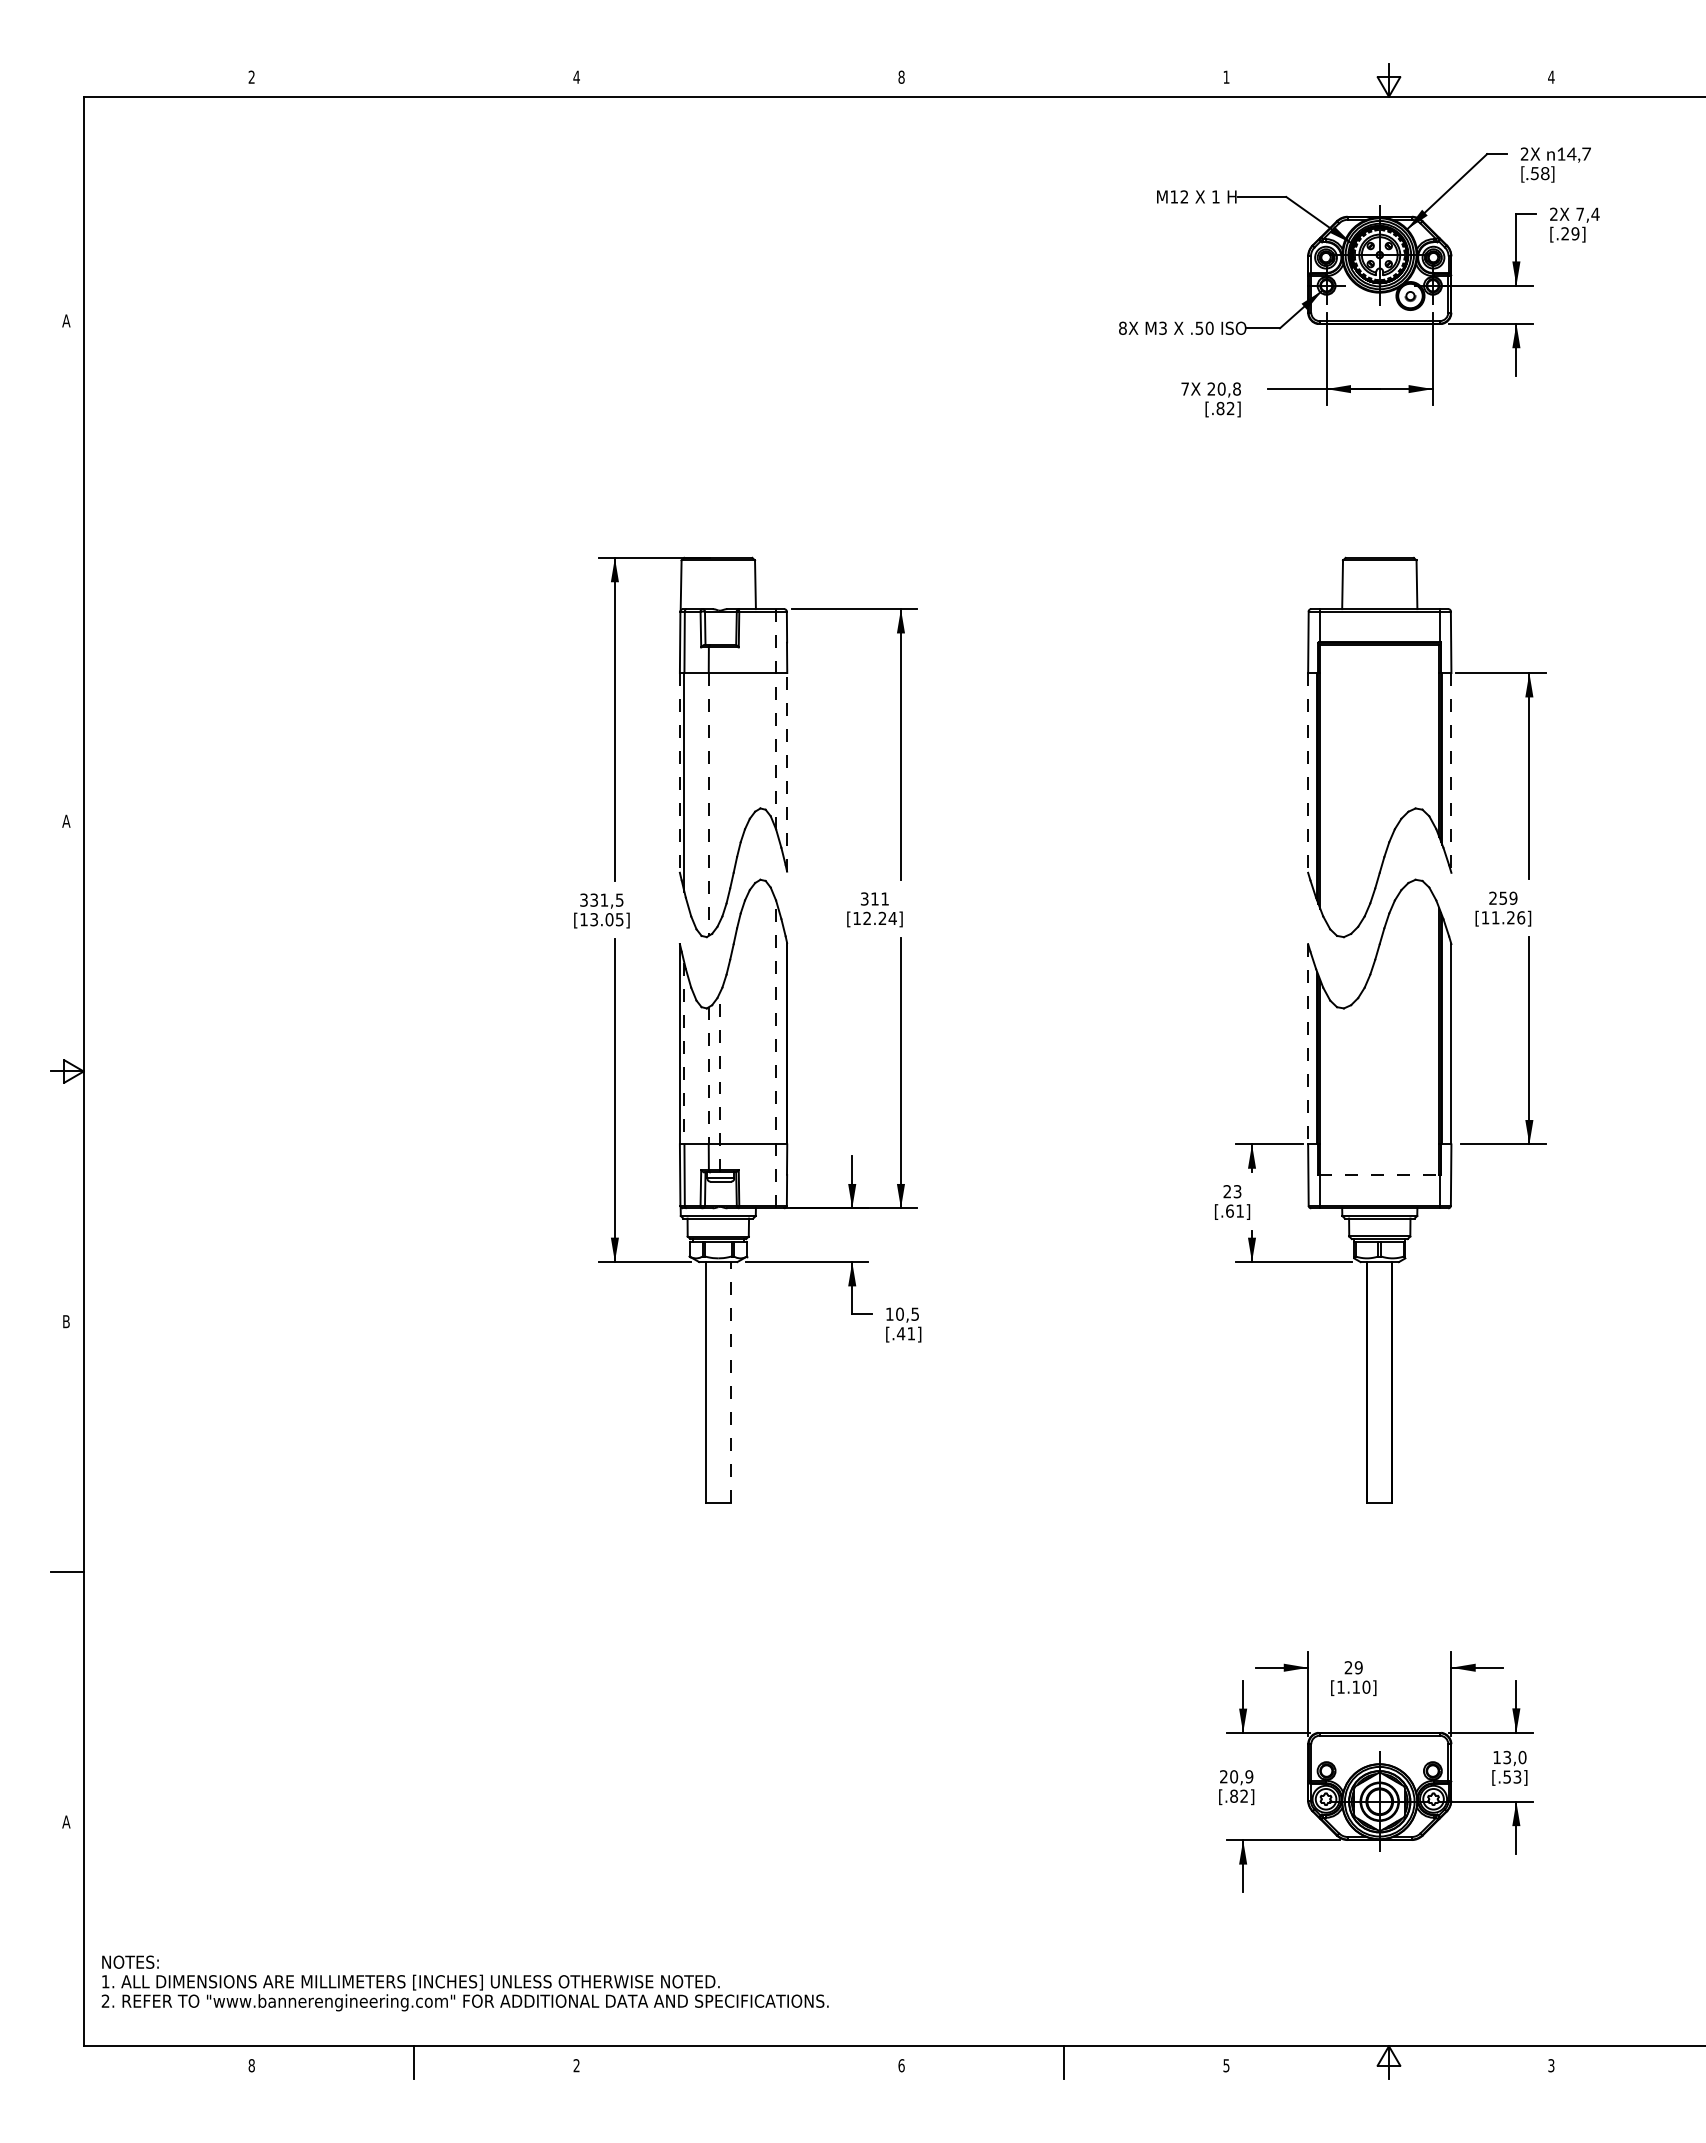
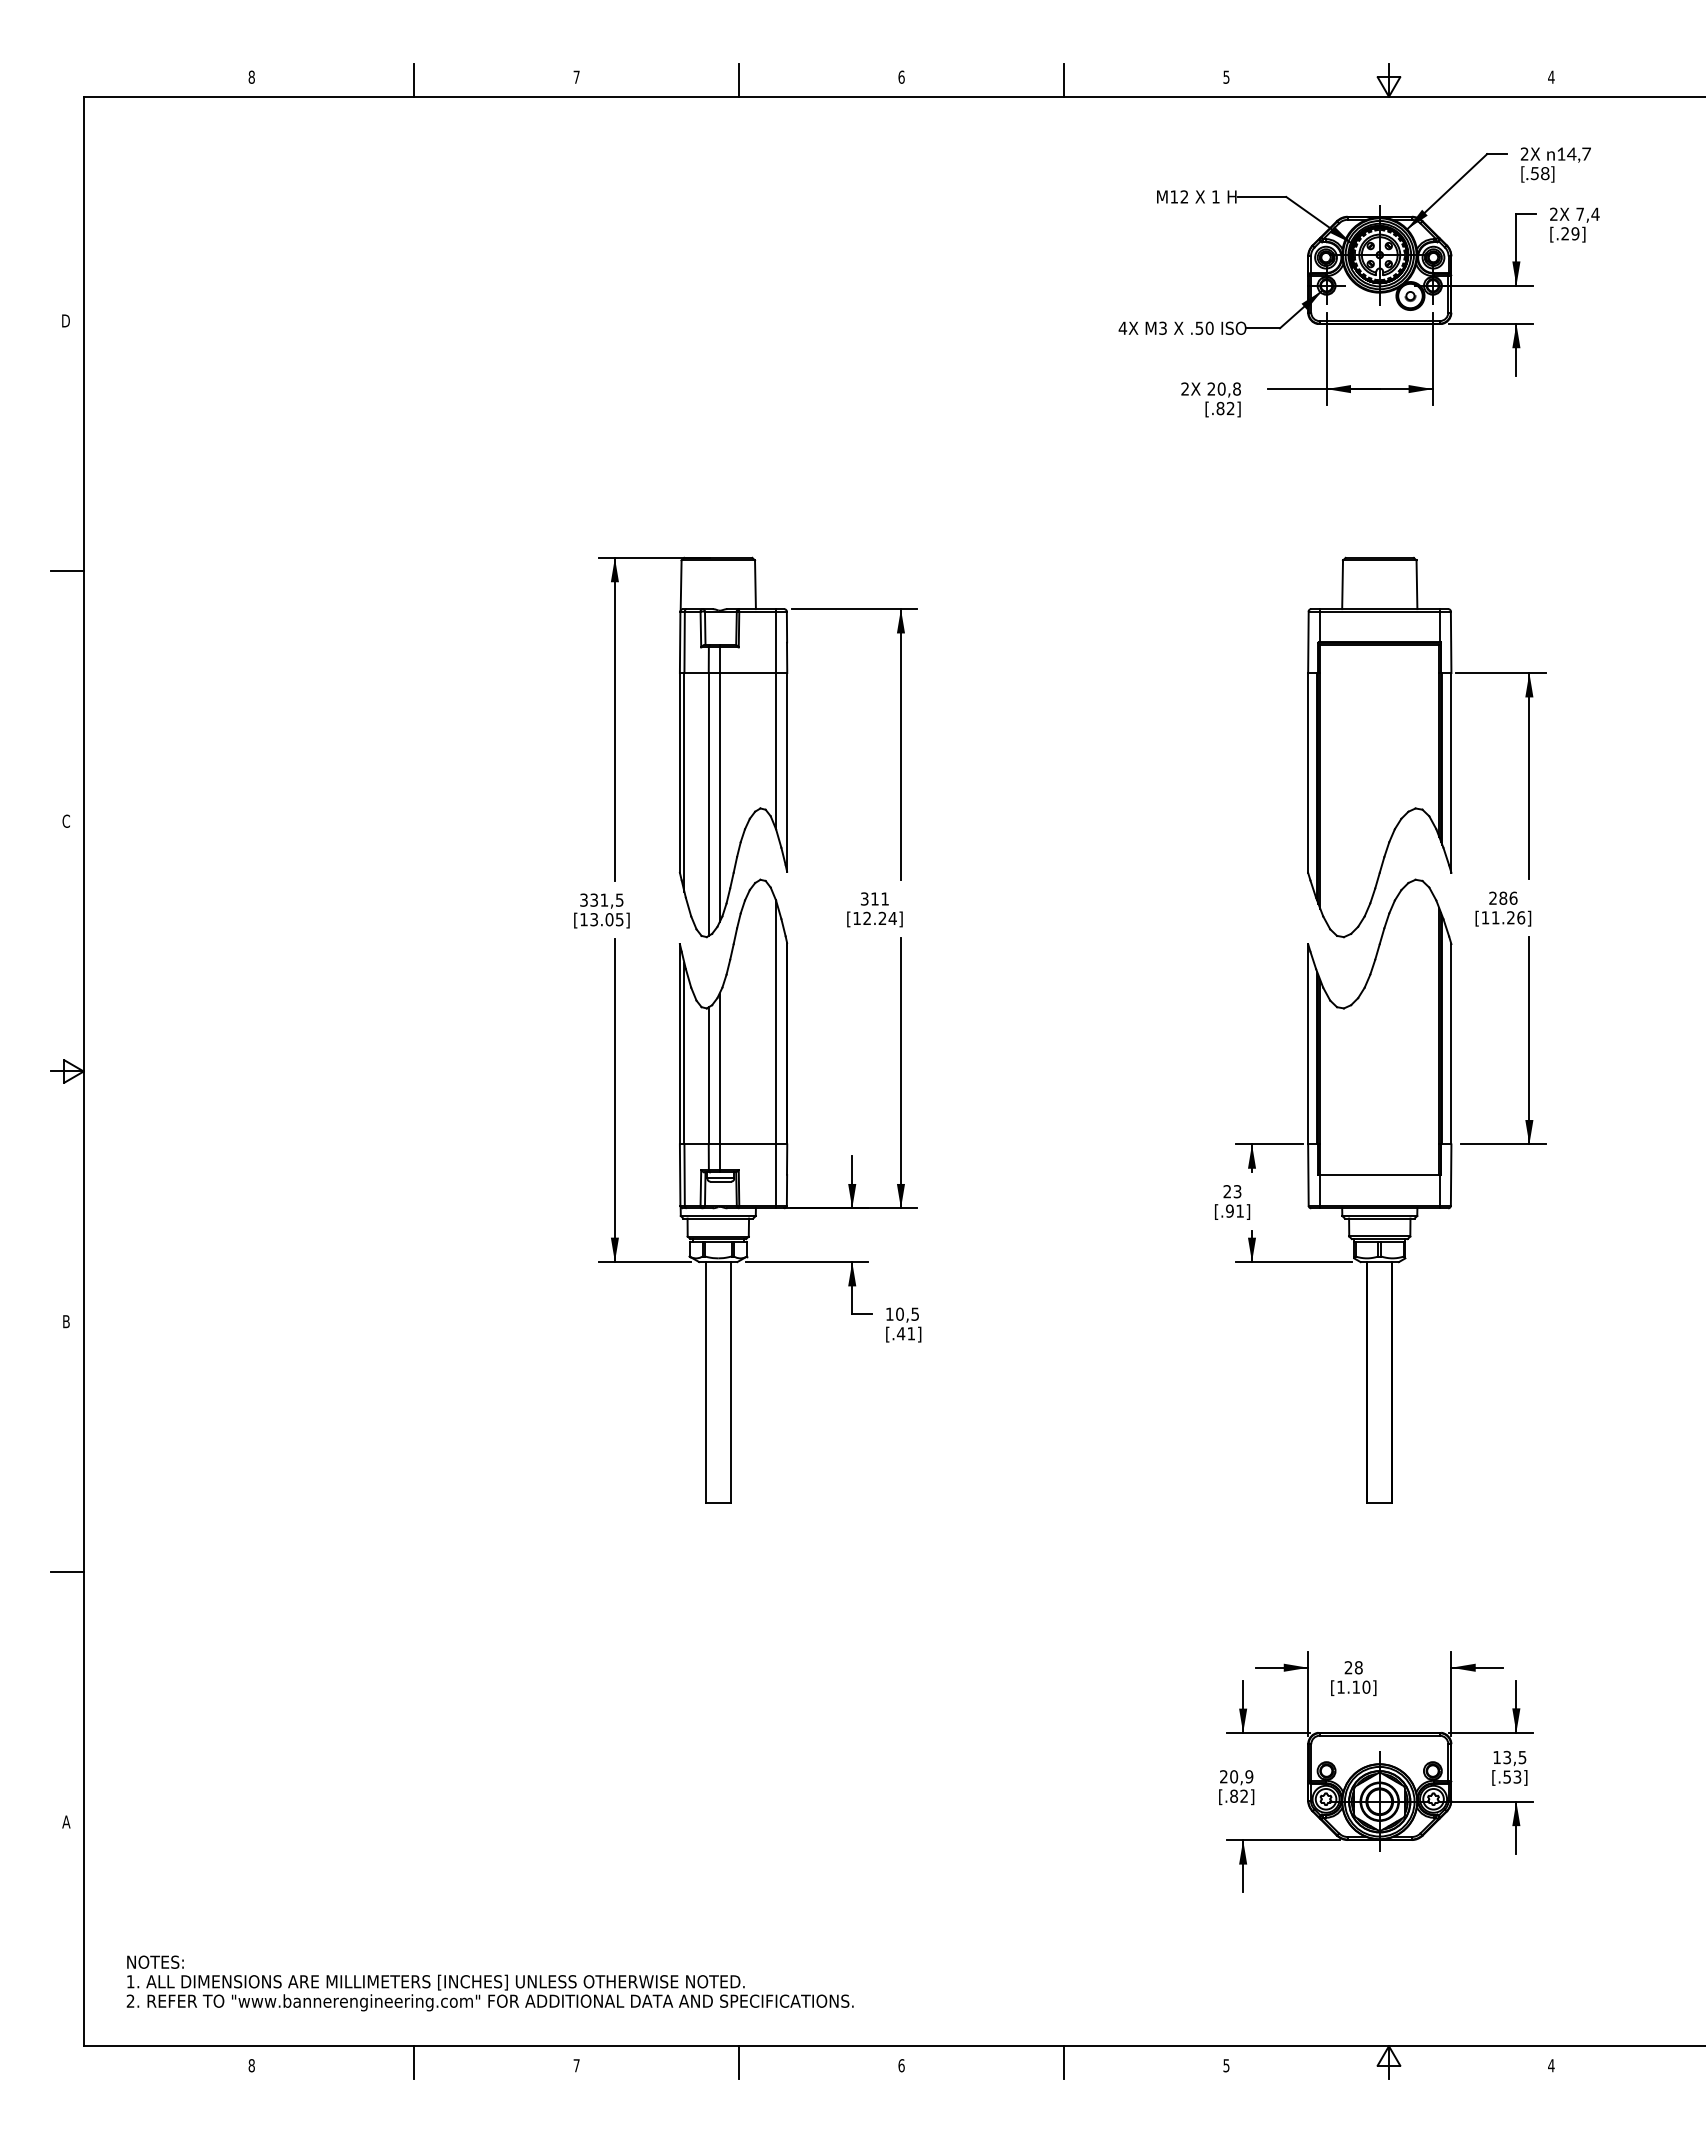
text at (251, 76): 2 -> 8
text at (576, 76): 4 -> 7
text at (901, 76): 8 -> 6
text at (1226, 76): 1 -> 5
line at (414, 80): none -> present
line at (739, 80): none -> present
line at (1064, 80): none -> present
text at (66, 320): A -> D
text at (1122, 327): 8X -> 4X
text at (1184, 388): 7X -> 2X
line at (67, 571): none -> present
line at (775, 718): dashed -> solid
line at (787, 771): dashed -> solid
line at (679, 772): dashed -> solid
line at (1308, 772): dashed -> solid
line at (1451, 772): dashed -> solid
line at (719, 783): none -> present
line at (708, 804): dashed -> solid
text at (66, 820): A -> C
text at (1508, 897): 259 -> 286
line at (1308, 1044): dashed -> solid
line at (684, 1053): dashed -> solid
line at (775, 1053): dashed -> solid
line at (708, 1075): dashed -> solid
line at (719, 1082): dashed -> solid
line at (1379, 1175): dashed -> solid
text at (1229, 1210): [.61] -> [.91]
line at (730, 1381): dashed -> solid
text at (1358, 1667): 29 -> 28
text at (1522, 1757): 13,0 -> 13,5
text at (464, 1983) position: (464, 1983) -> (489, 1983)
line at (739, 2062): none -> present
text at (576, 2065): 2 -> 7
text at (1551, 2065): 3 -> 4
